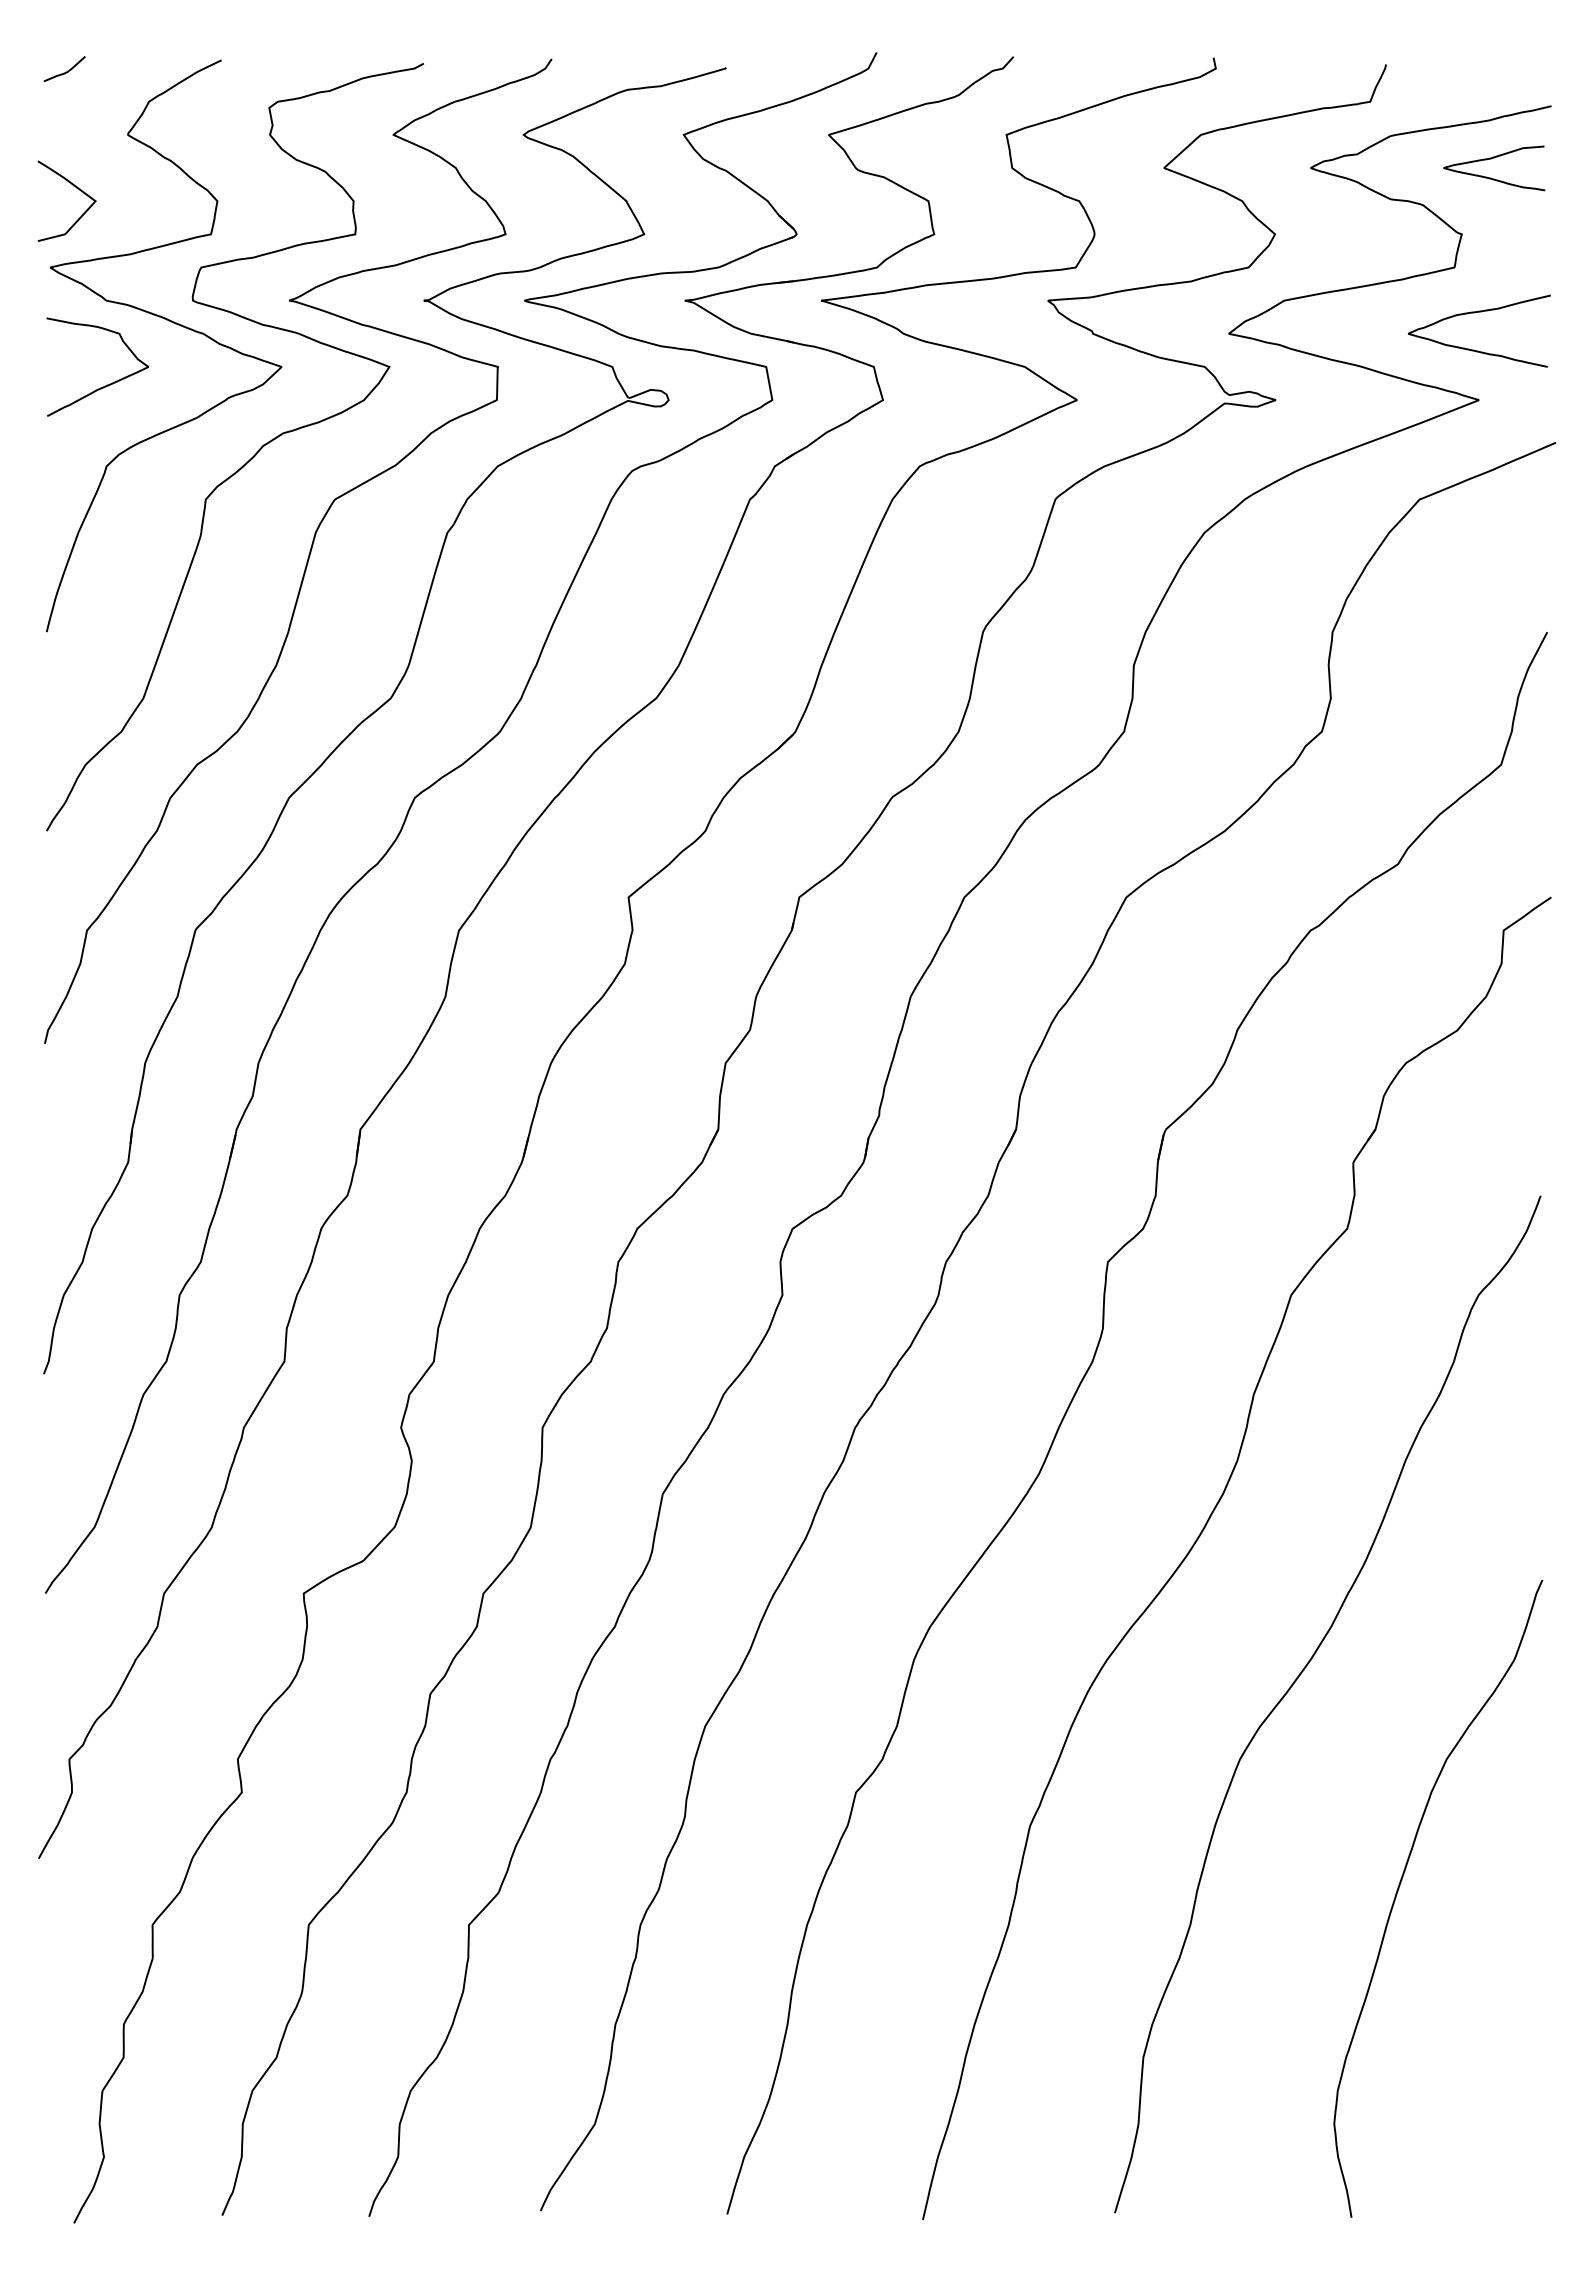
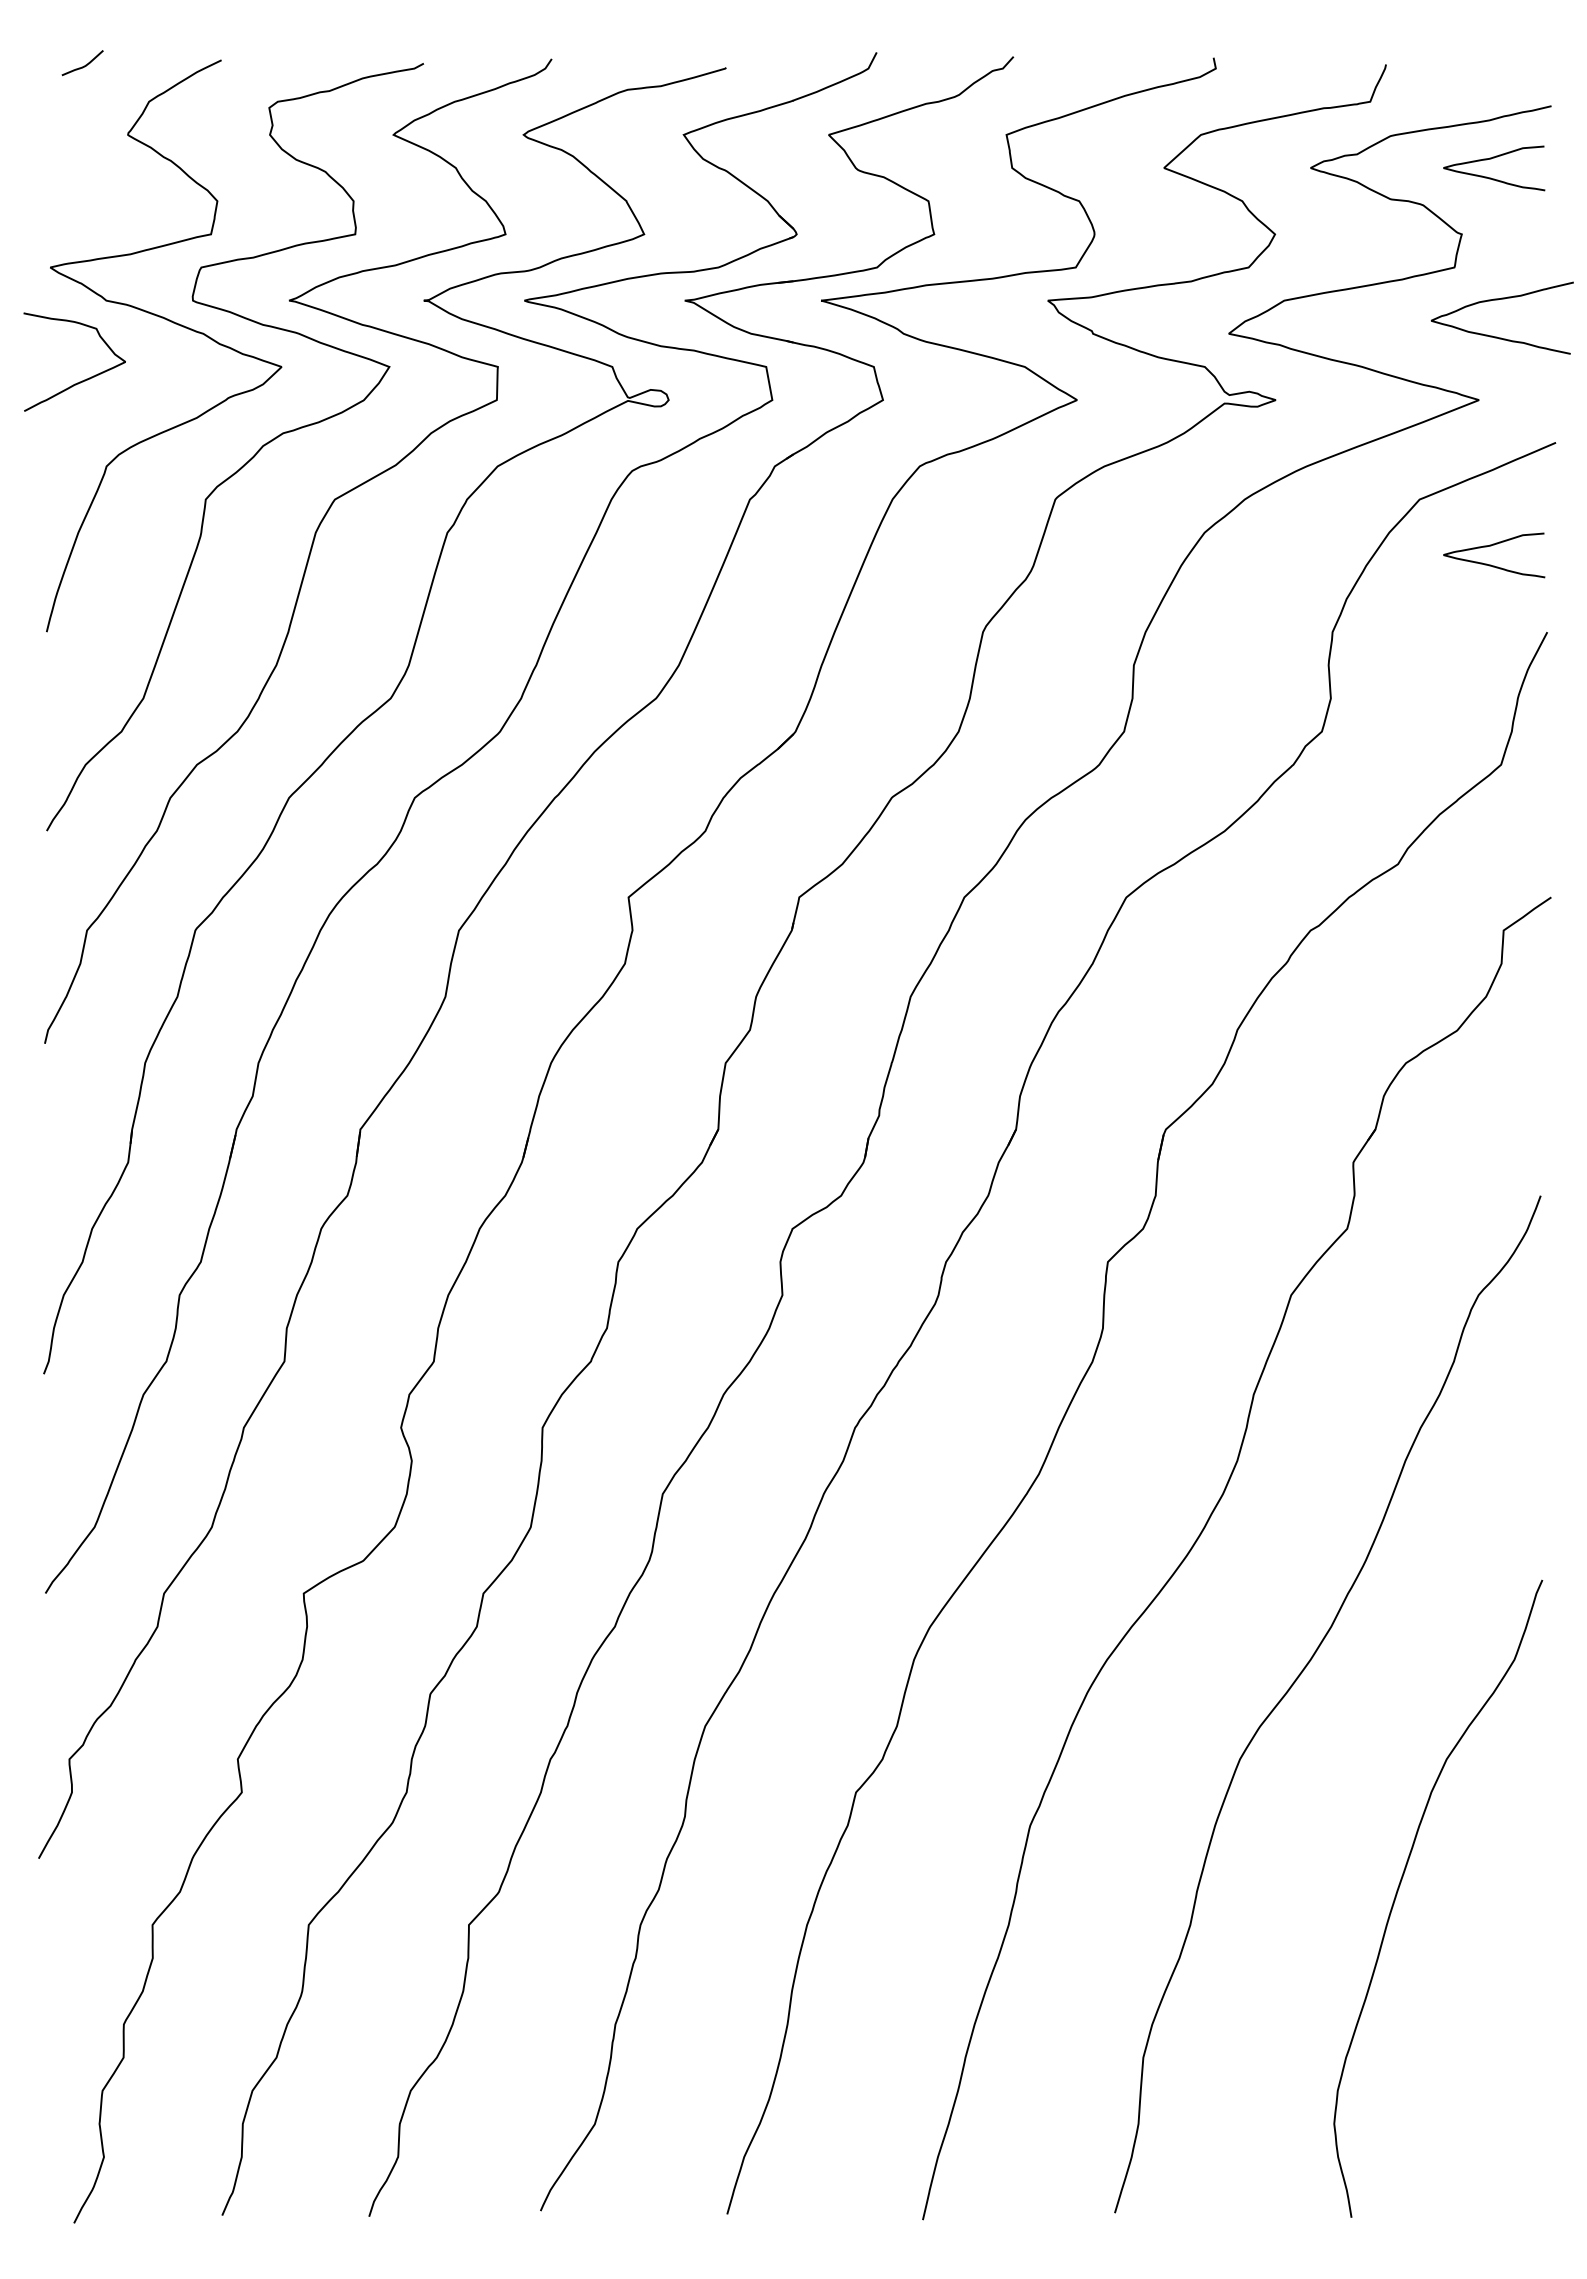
curve at (66, 71) position: (66, 71) -> (84, 65)
curve at (76, 188): present -> none
curve at (1475, 313) position: (1475, 313) -> (1498, 300)
curve at (107, 384) position: (107, 384) -> (84, 379)
curve at (1491, 546): none -> present
